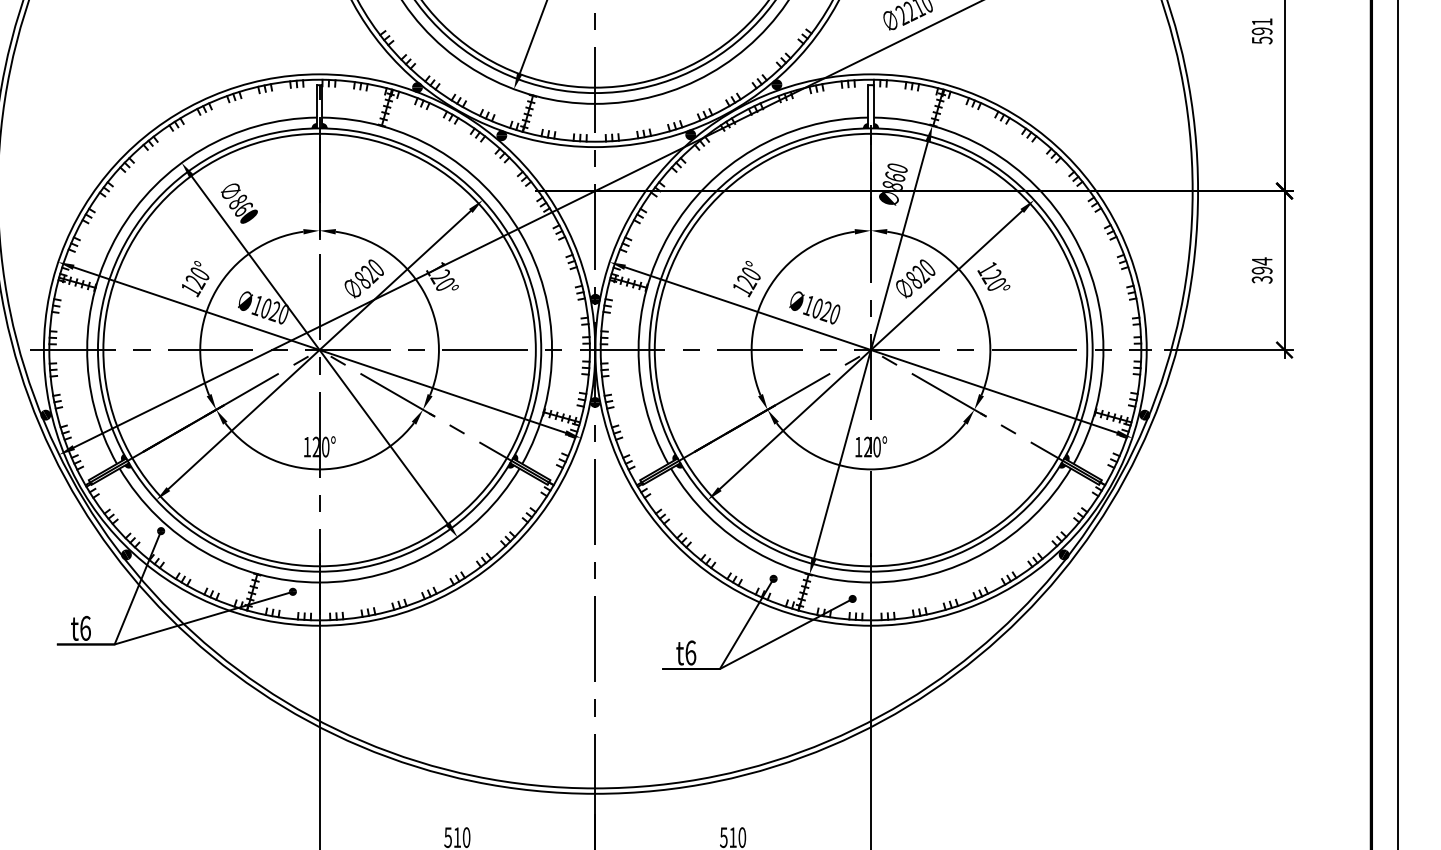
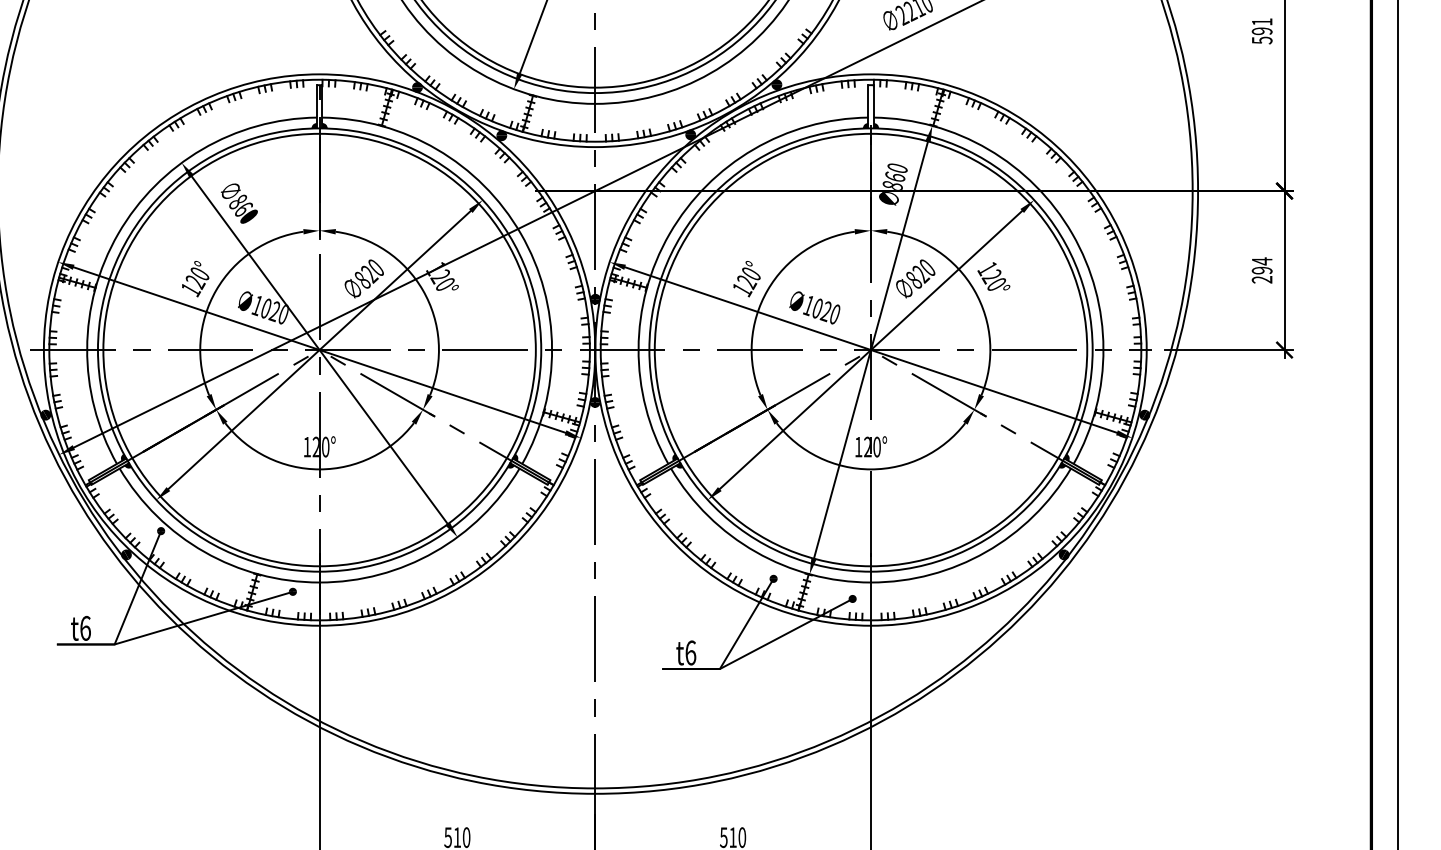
text at (1262, 279): 394 -> 294
